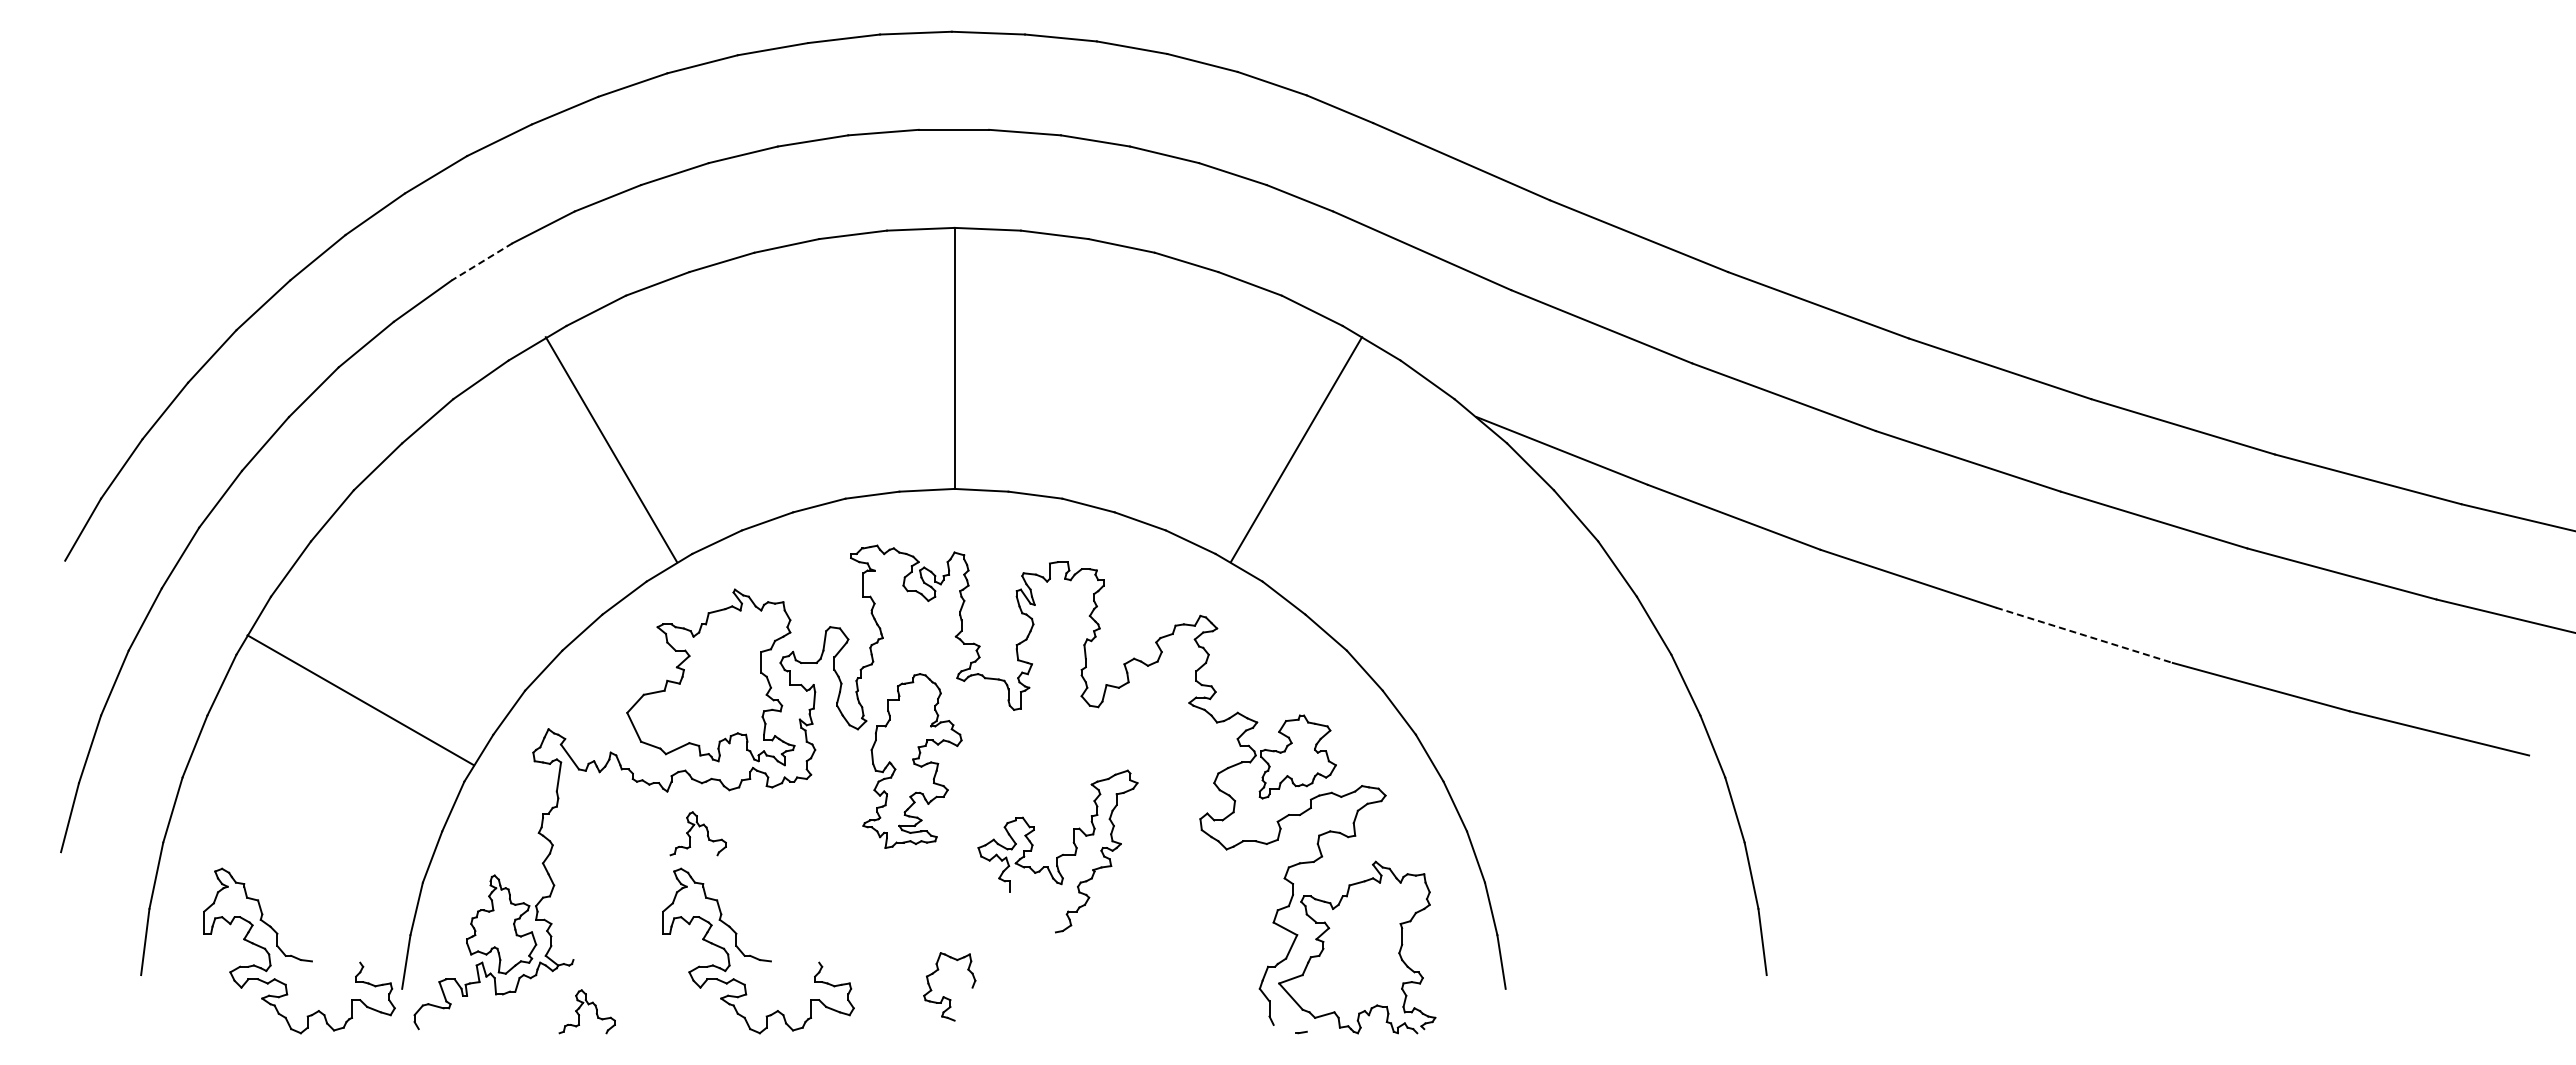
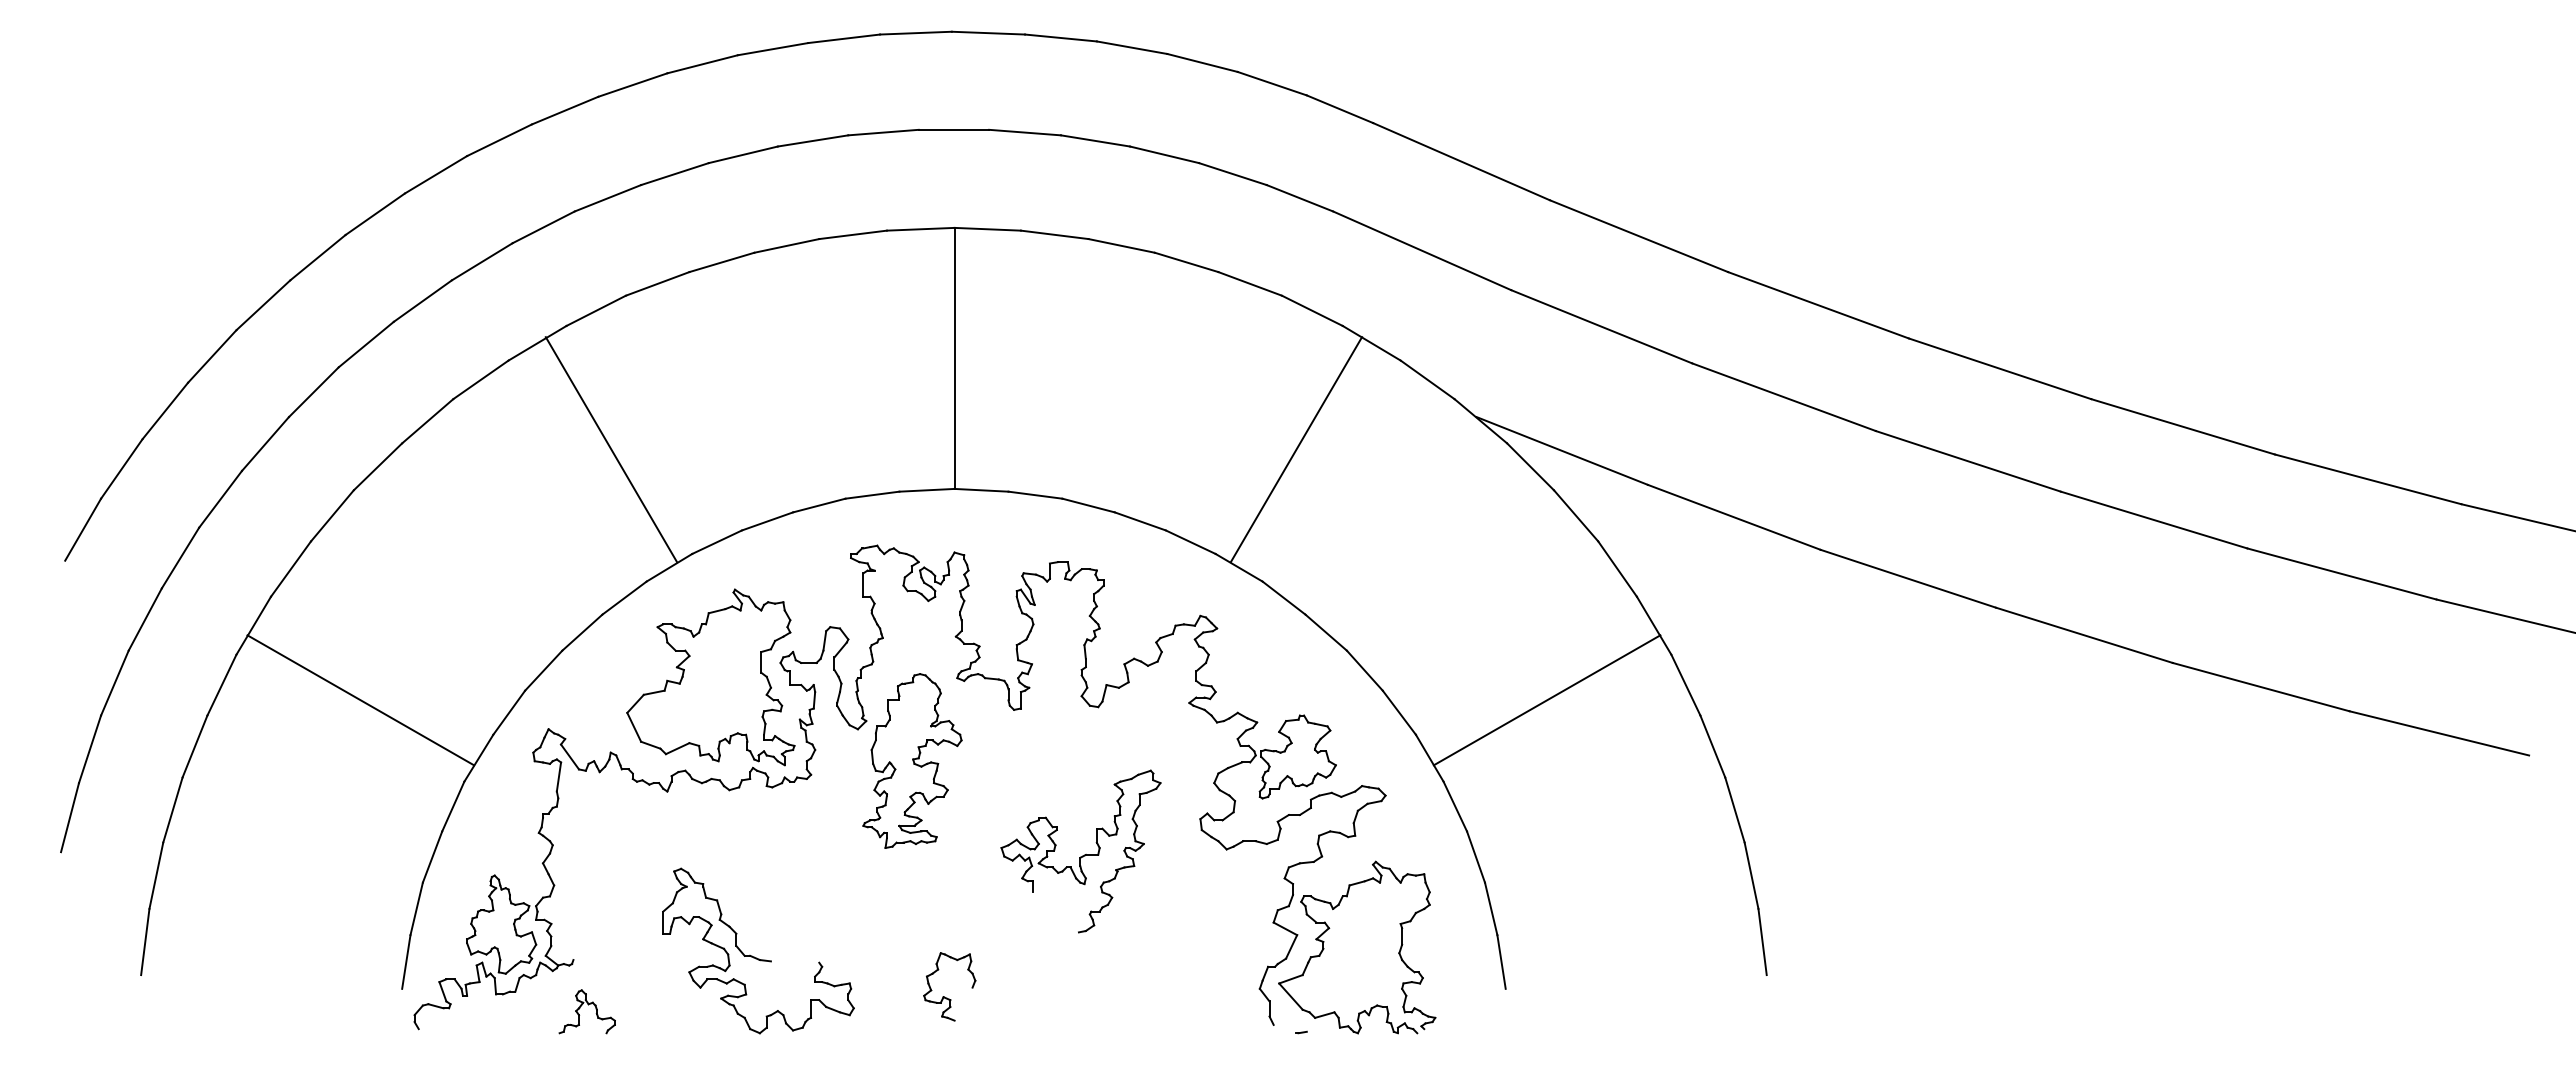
line at (482, 261): dashed -> solid
line at (2084, 635): dashed -> solid
line at (1546, 700): none -> present
part at (699, 827): present -> none
part at (1057, 851) position: (1057, 851) -> (1080, 851)
part at (295, 956): present -> none
